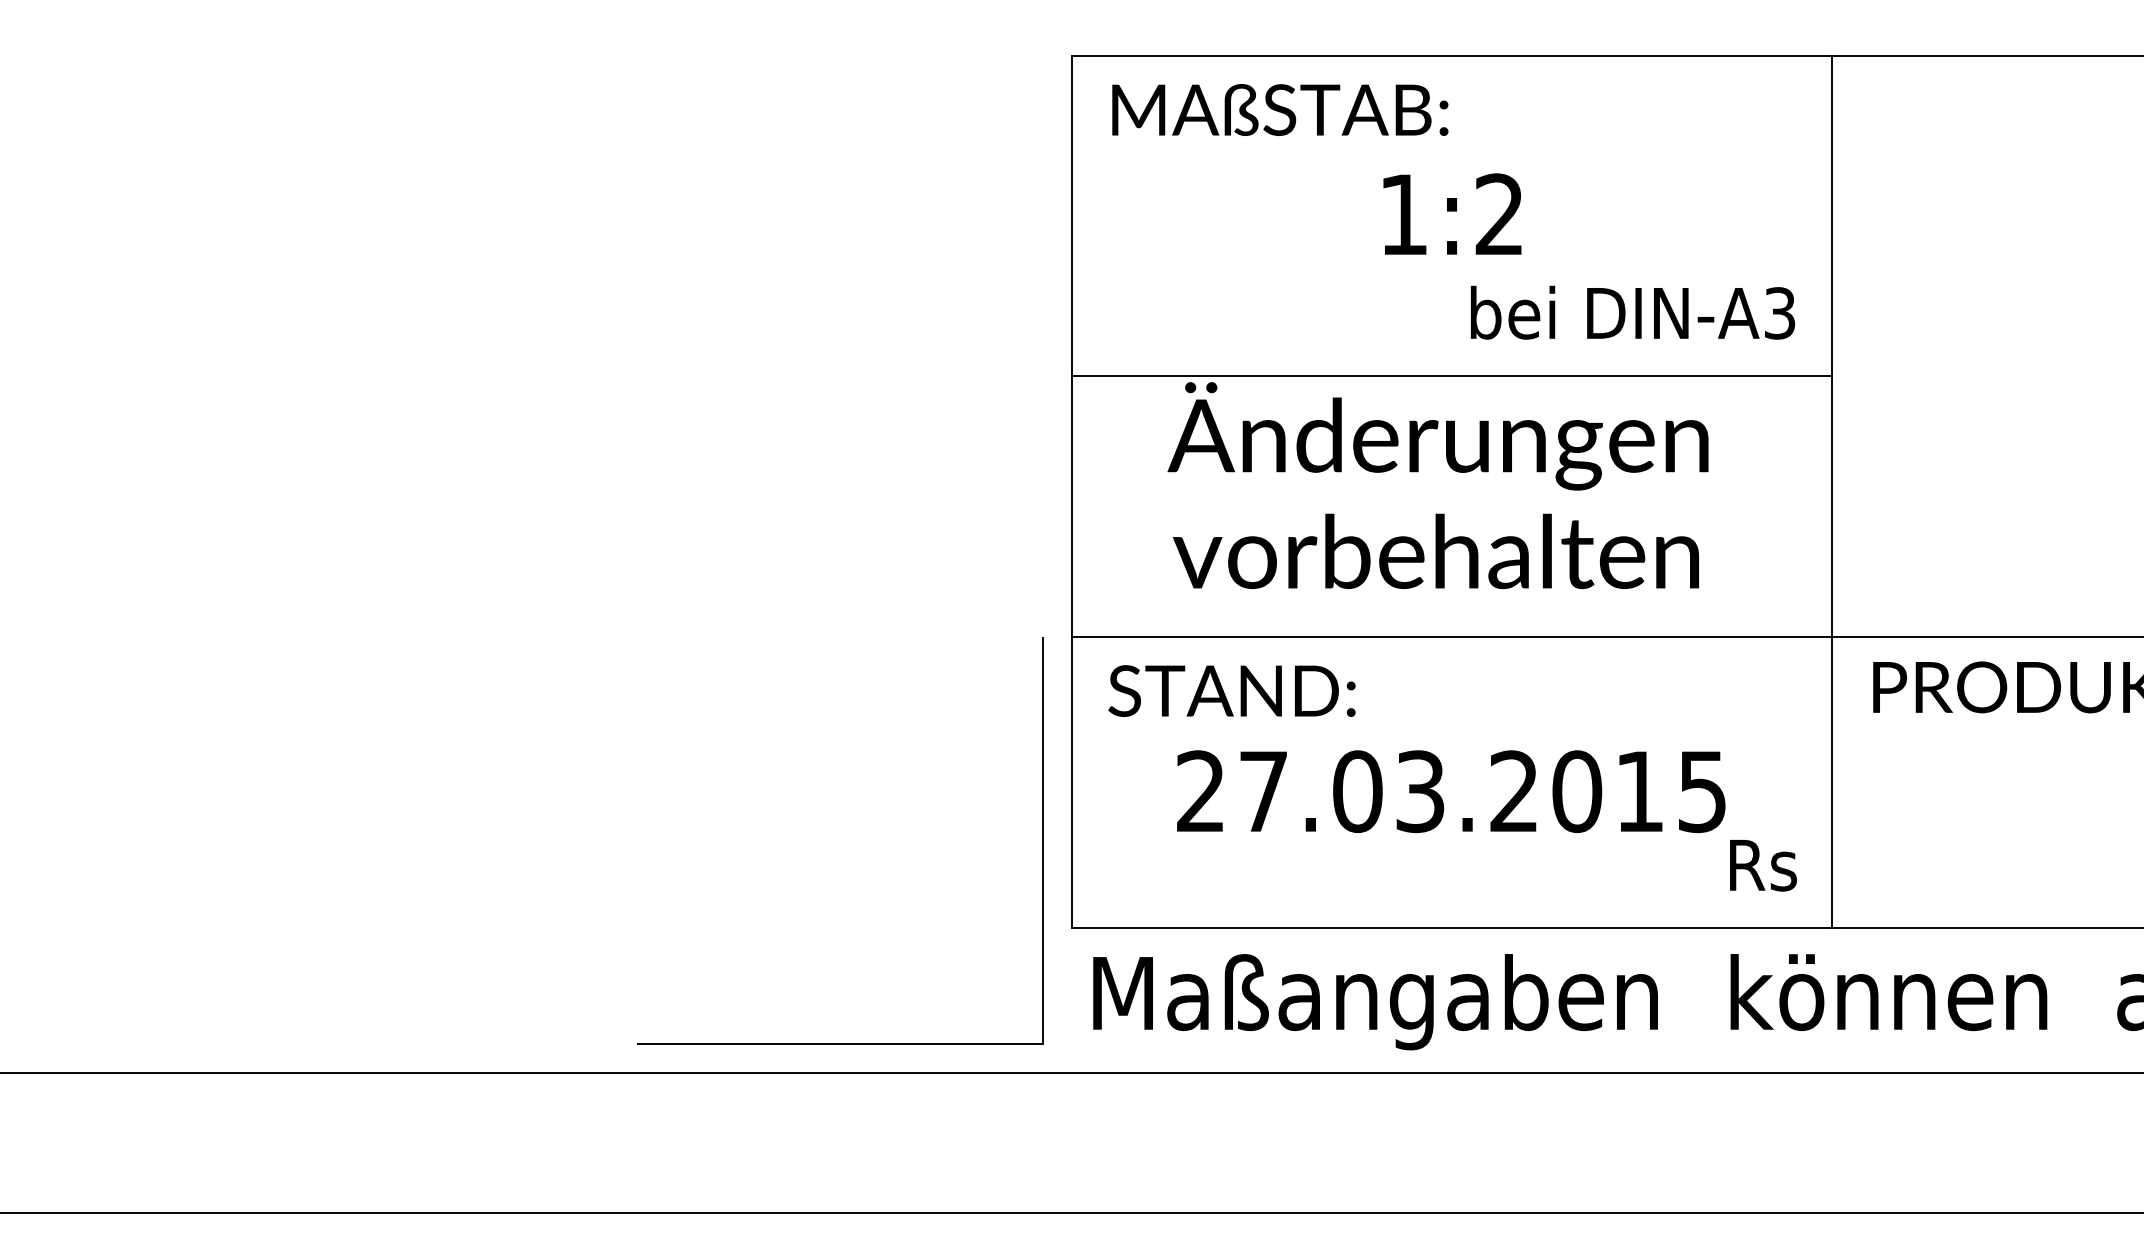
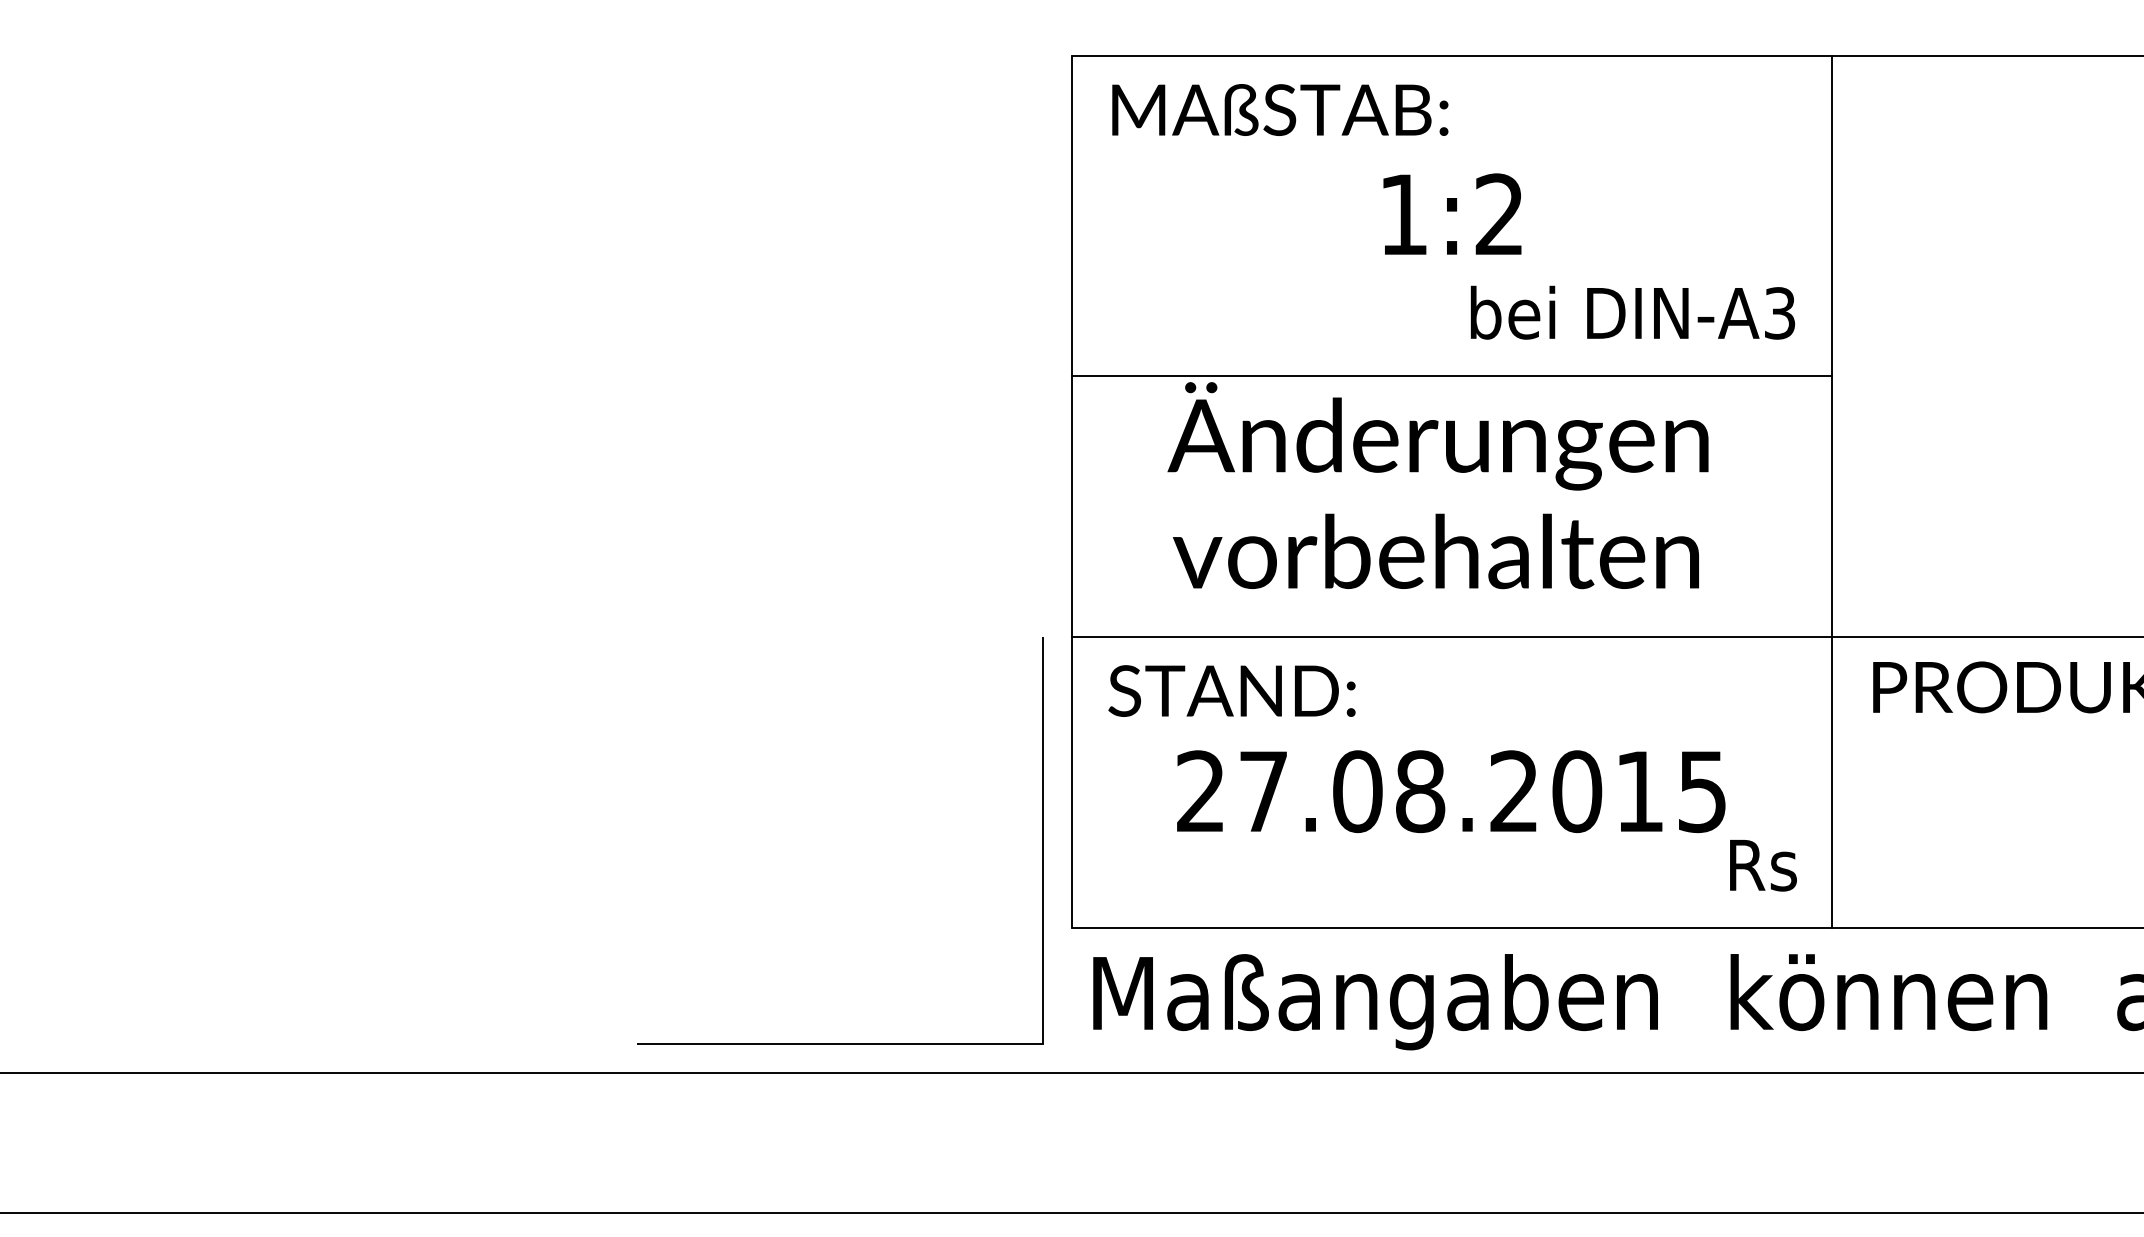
text at (1420, 791): 27.03.2015 -> 27.08.2015
